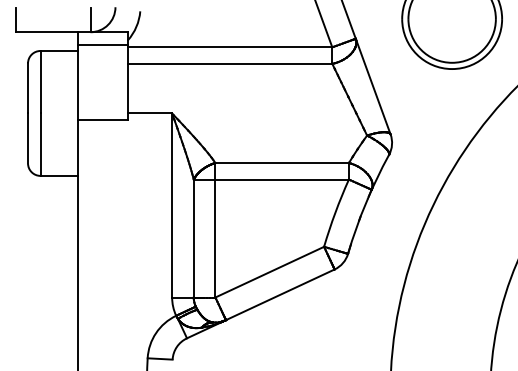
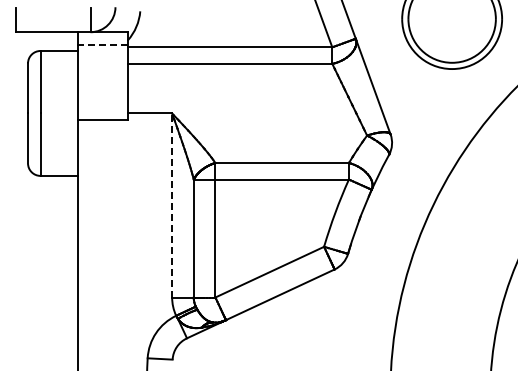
line at (102, 44): solid -> dashed
line at (172, 204): solid -> dashed
